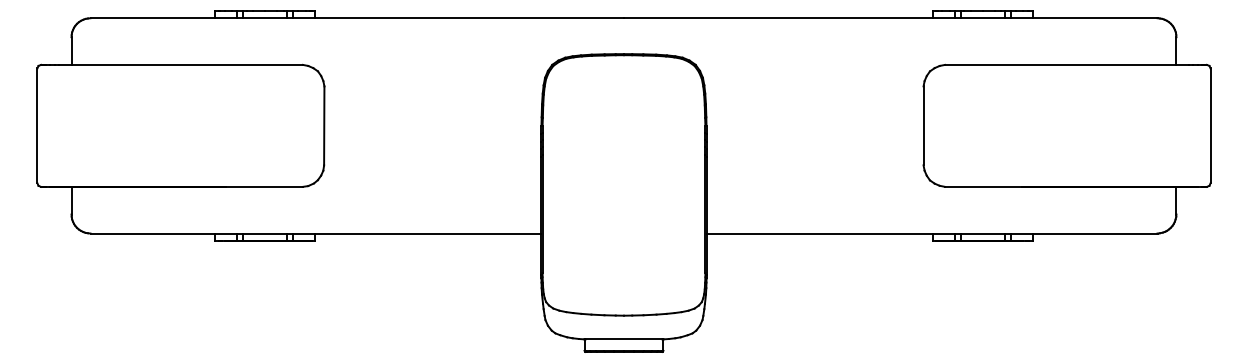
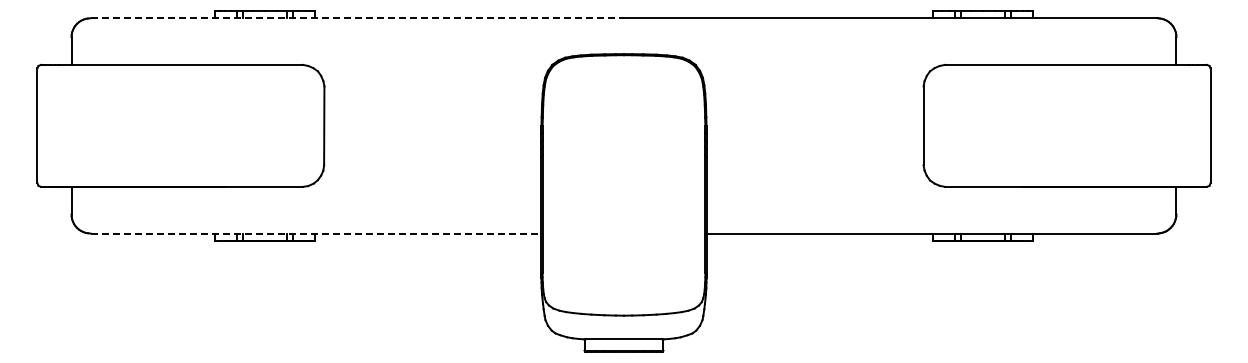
line at (357, 18): solid -> dashed
line at (316, 233): solid -> dashed
